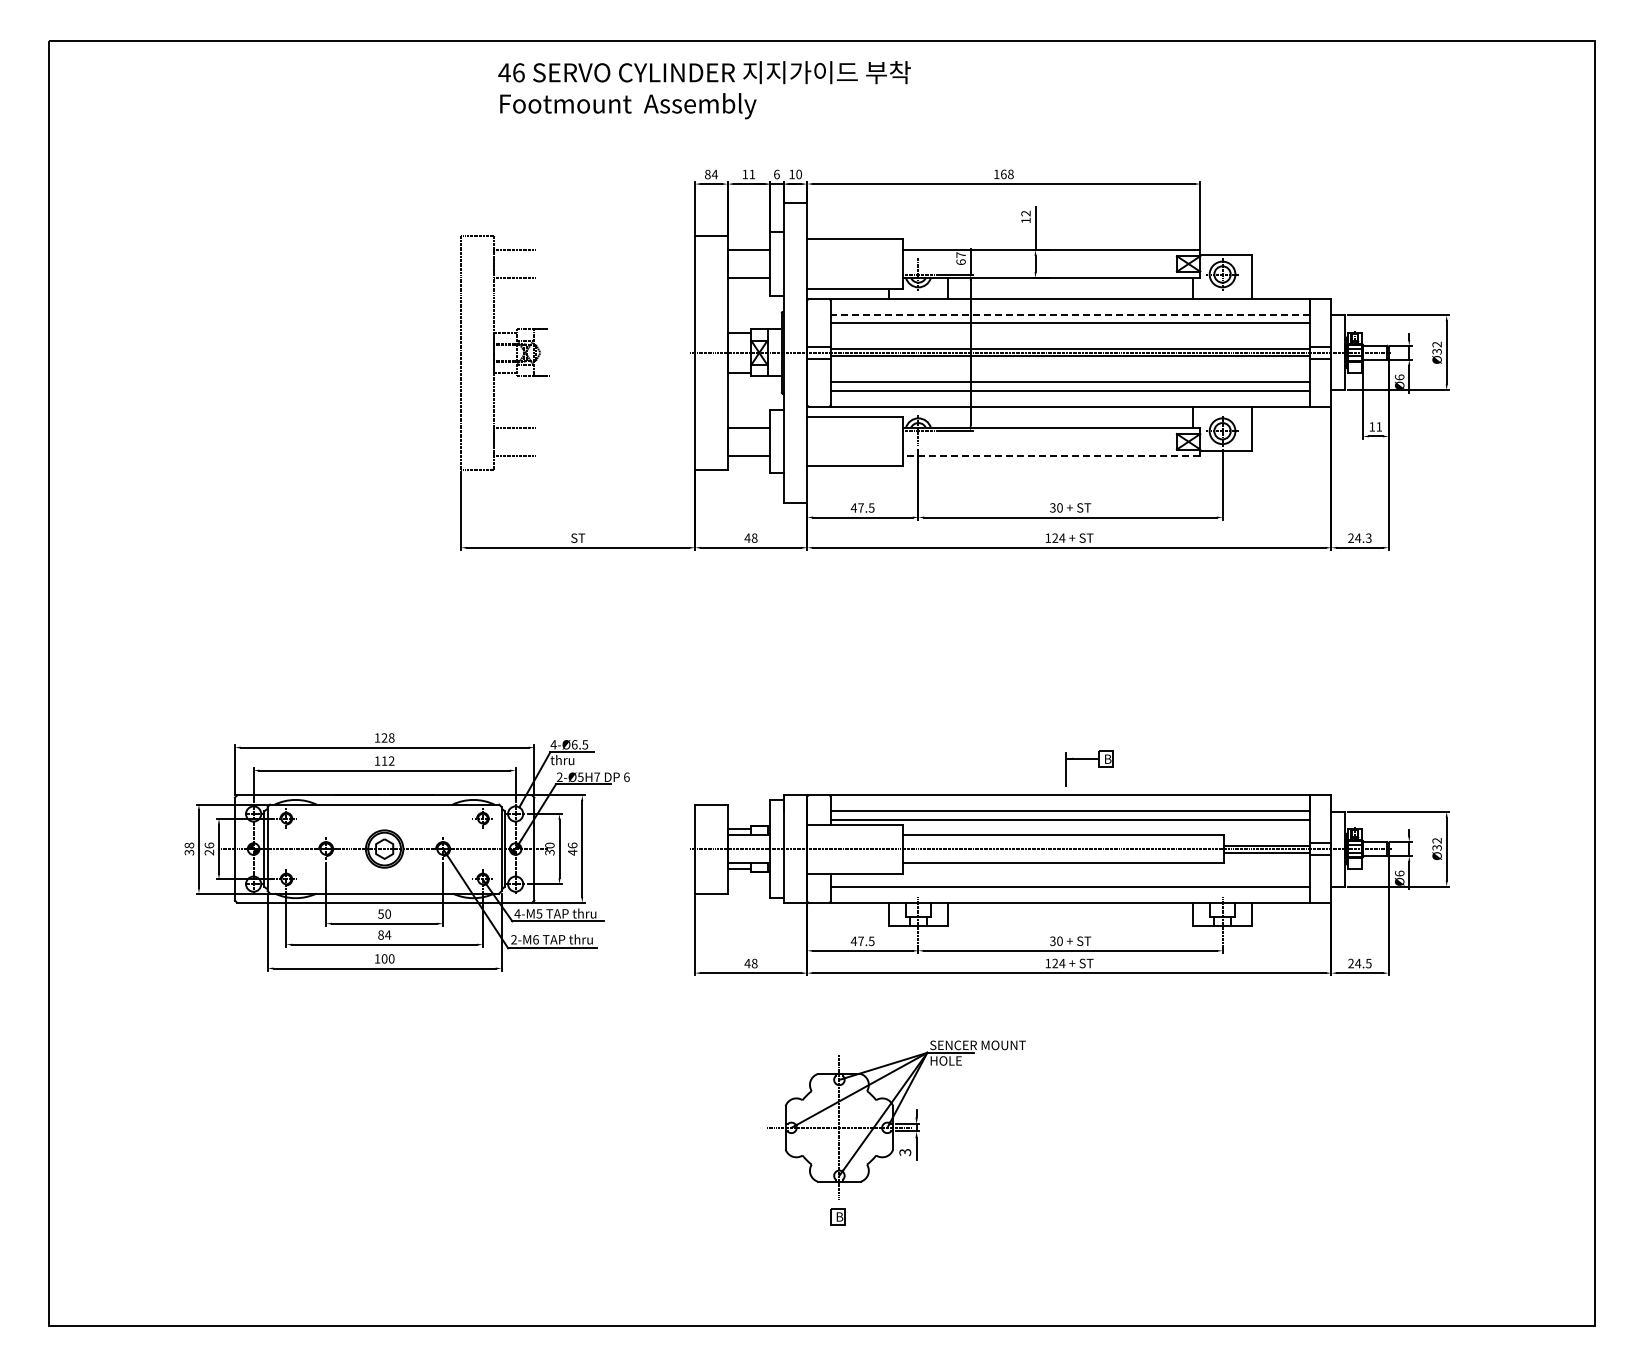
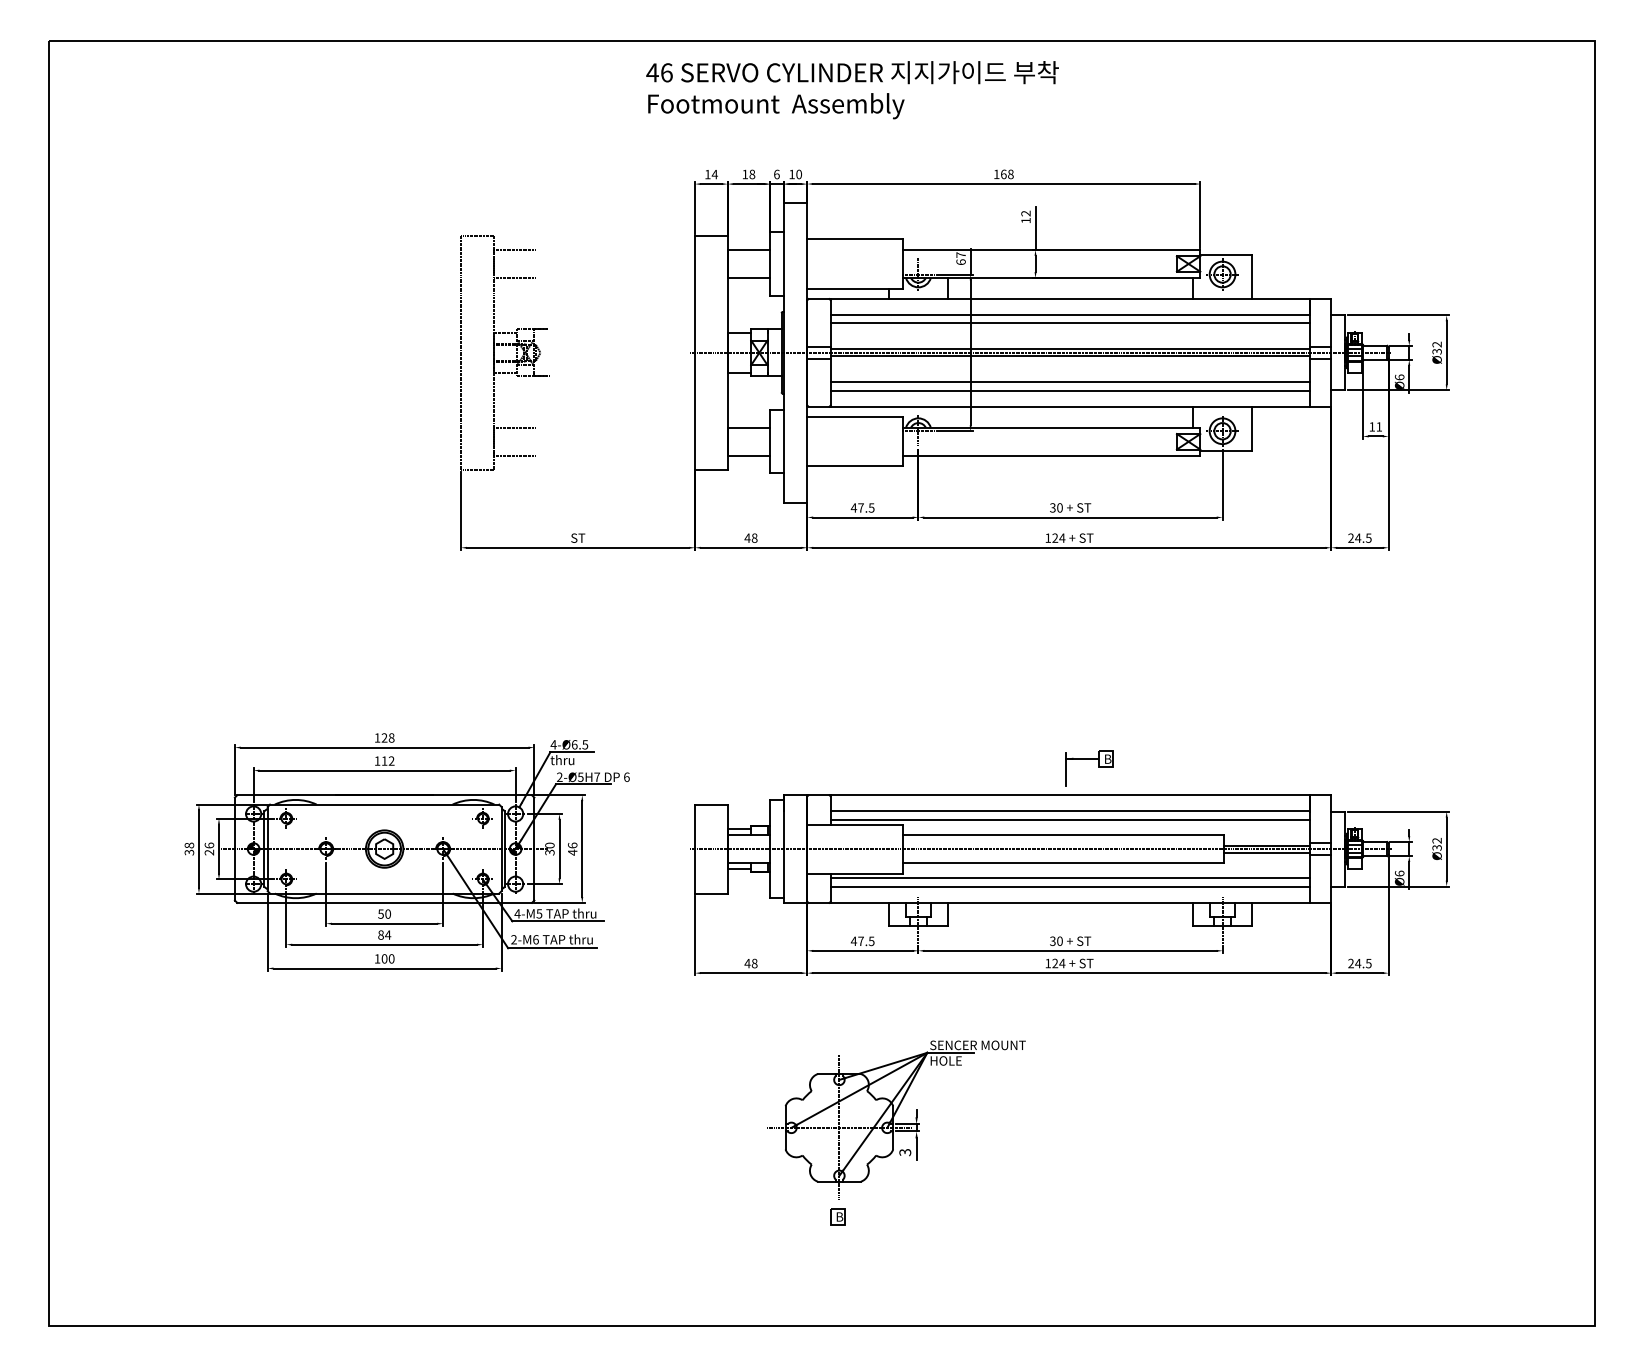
text at (704, 90) position: (704, 90) -> (852, 90)
text at (707, 174): 84 -> 14
text at (752, 174): 11 -> 18
line at (1070, 314): dashed -> solid
line at (1051, 455): dashed -> solid
text at (1368, 537): 24.3 -> 24.5
line at (1070, 878): none -> present
